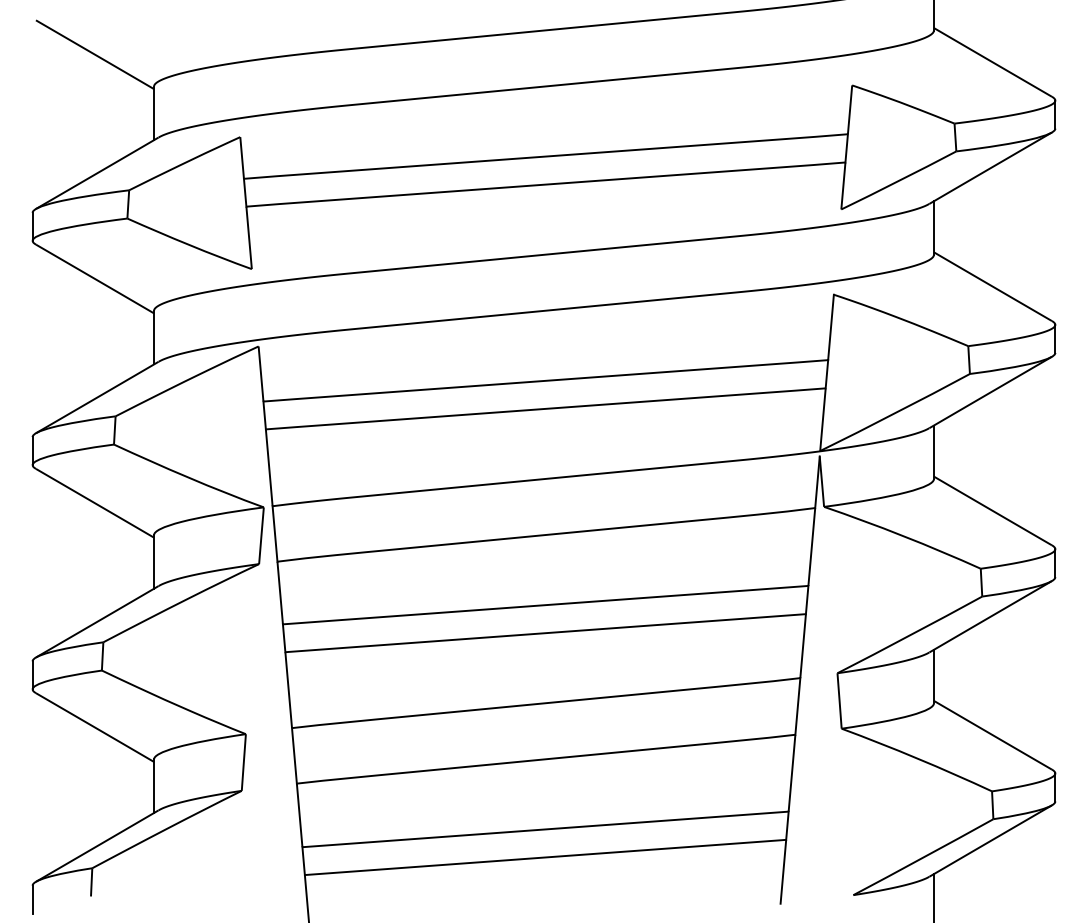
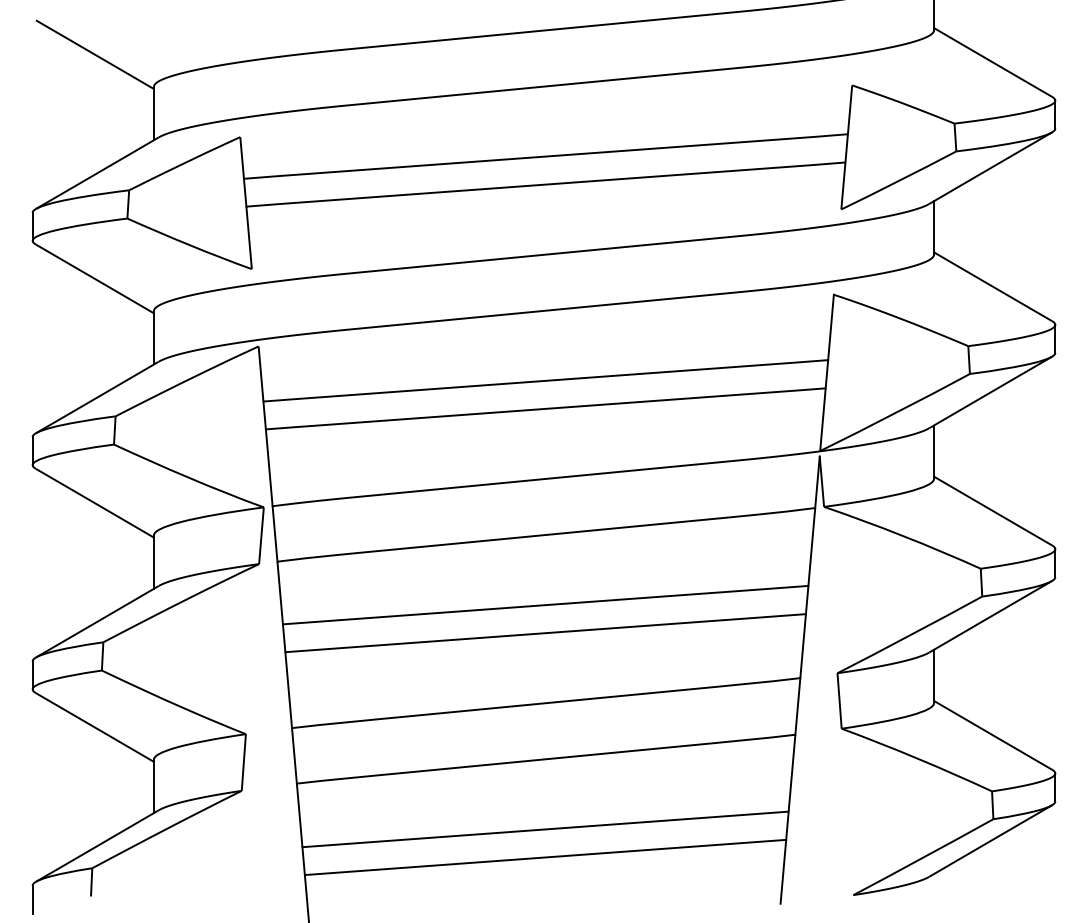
line at (933, 896): present -> none
